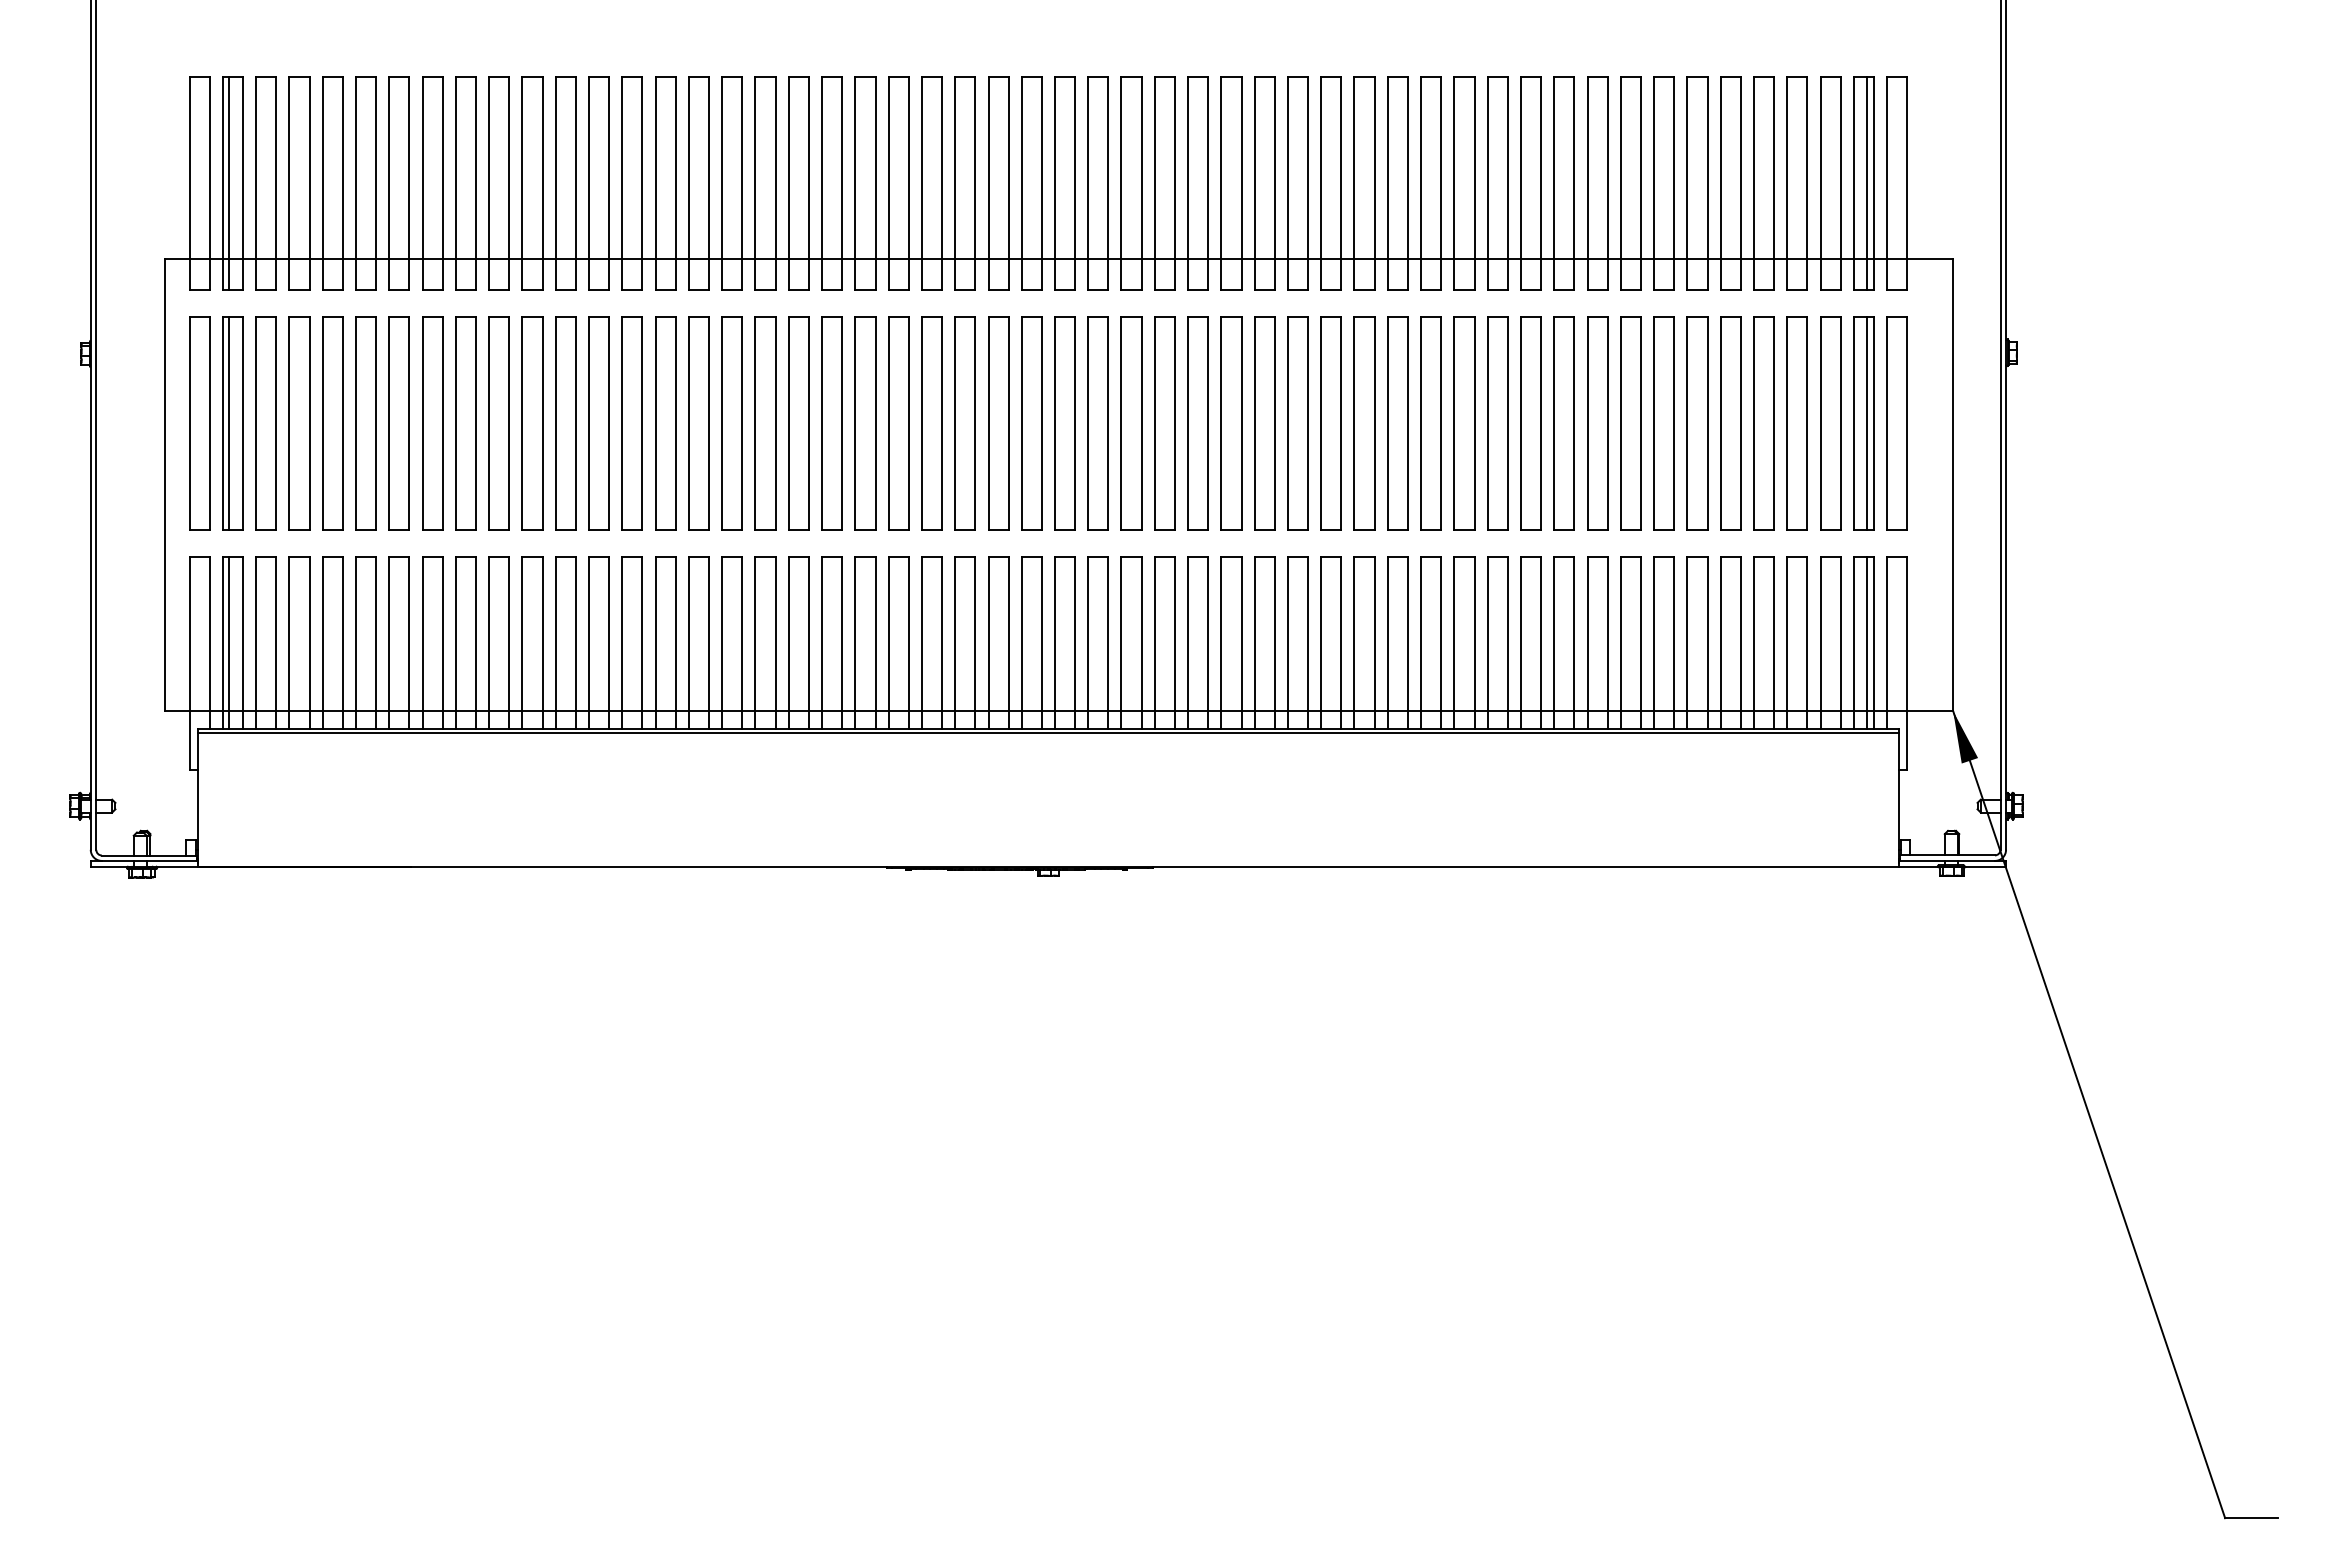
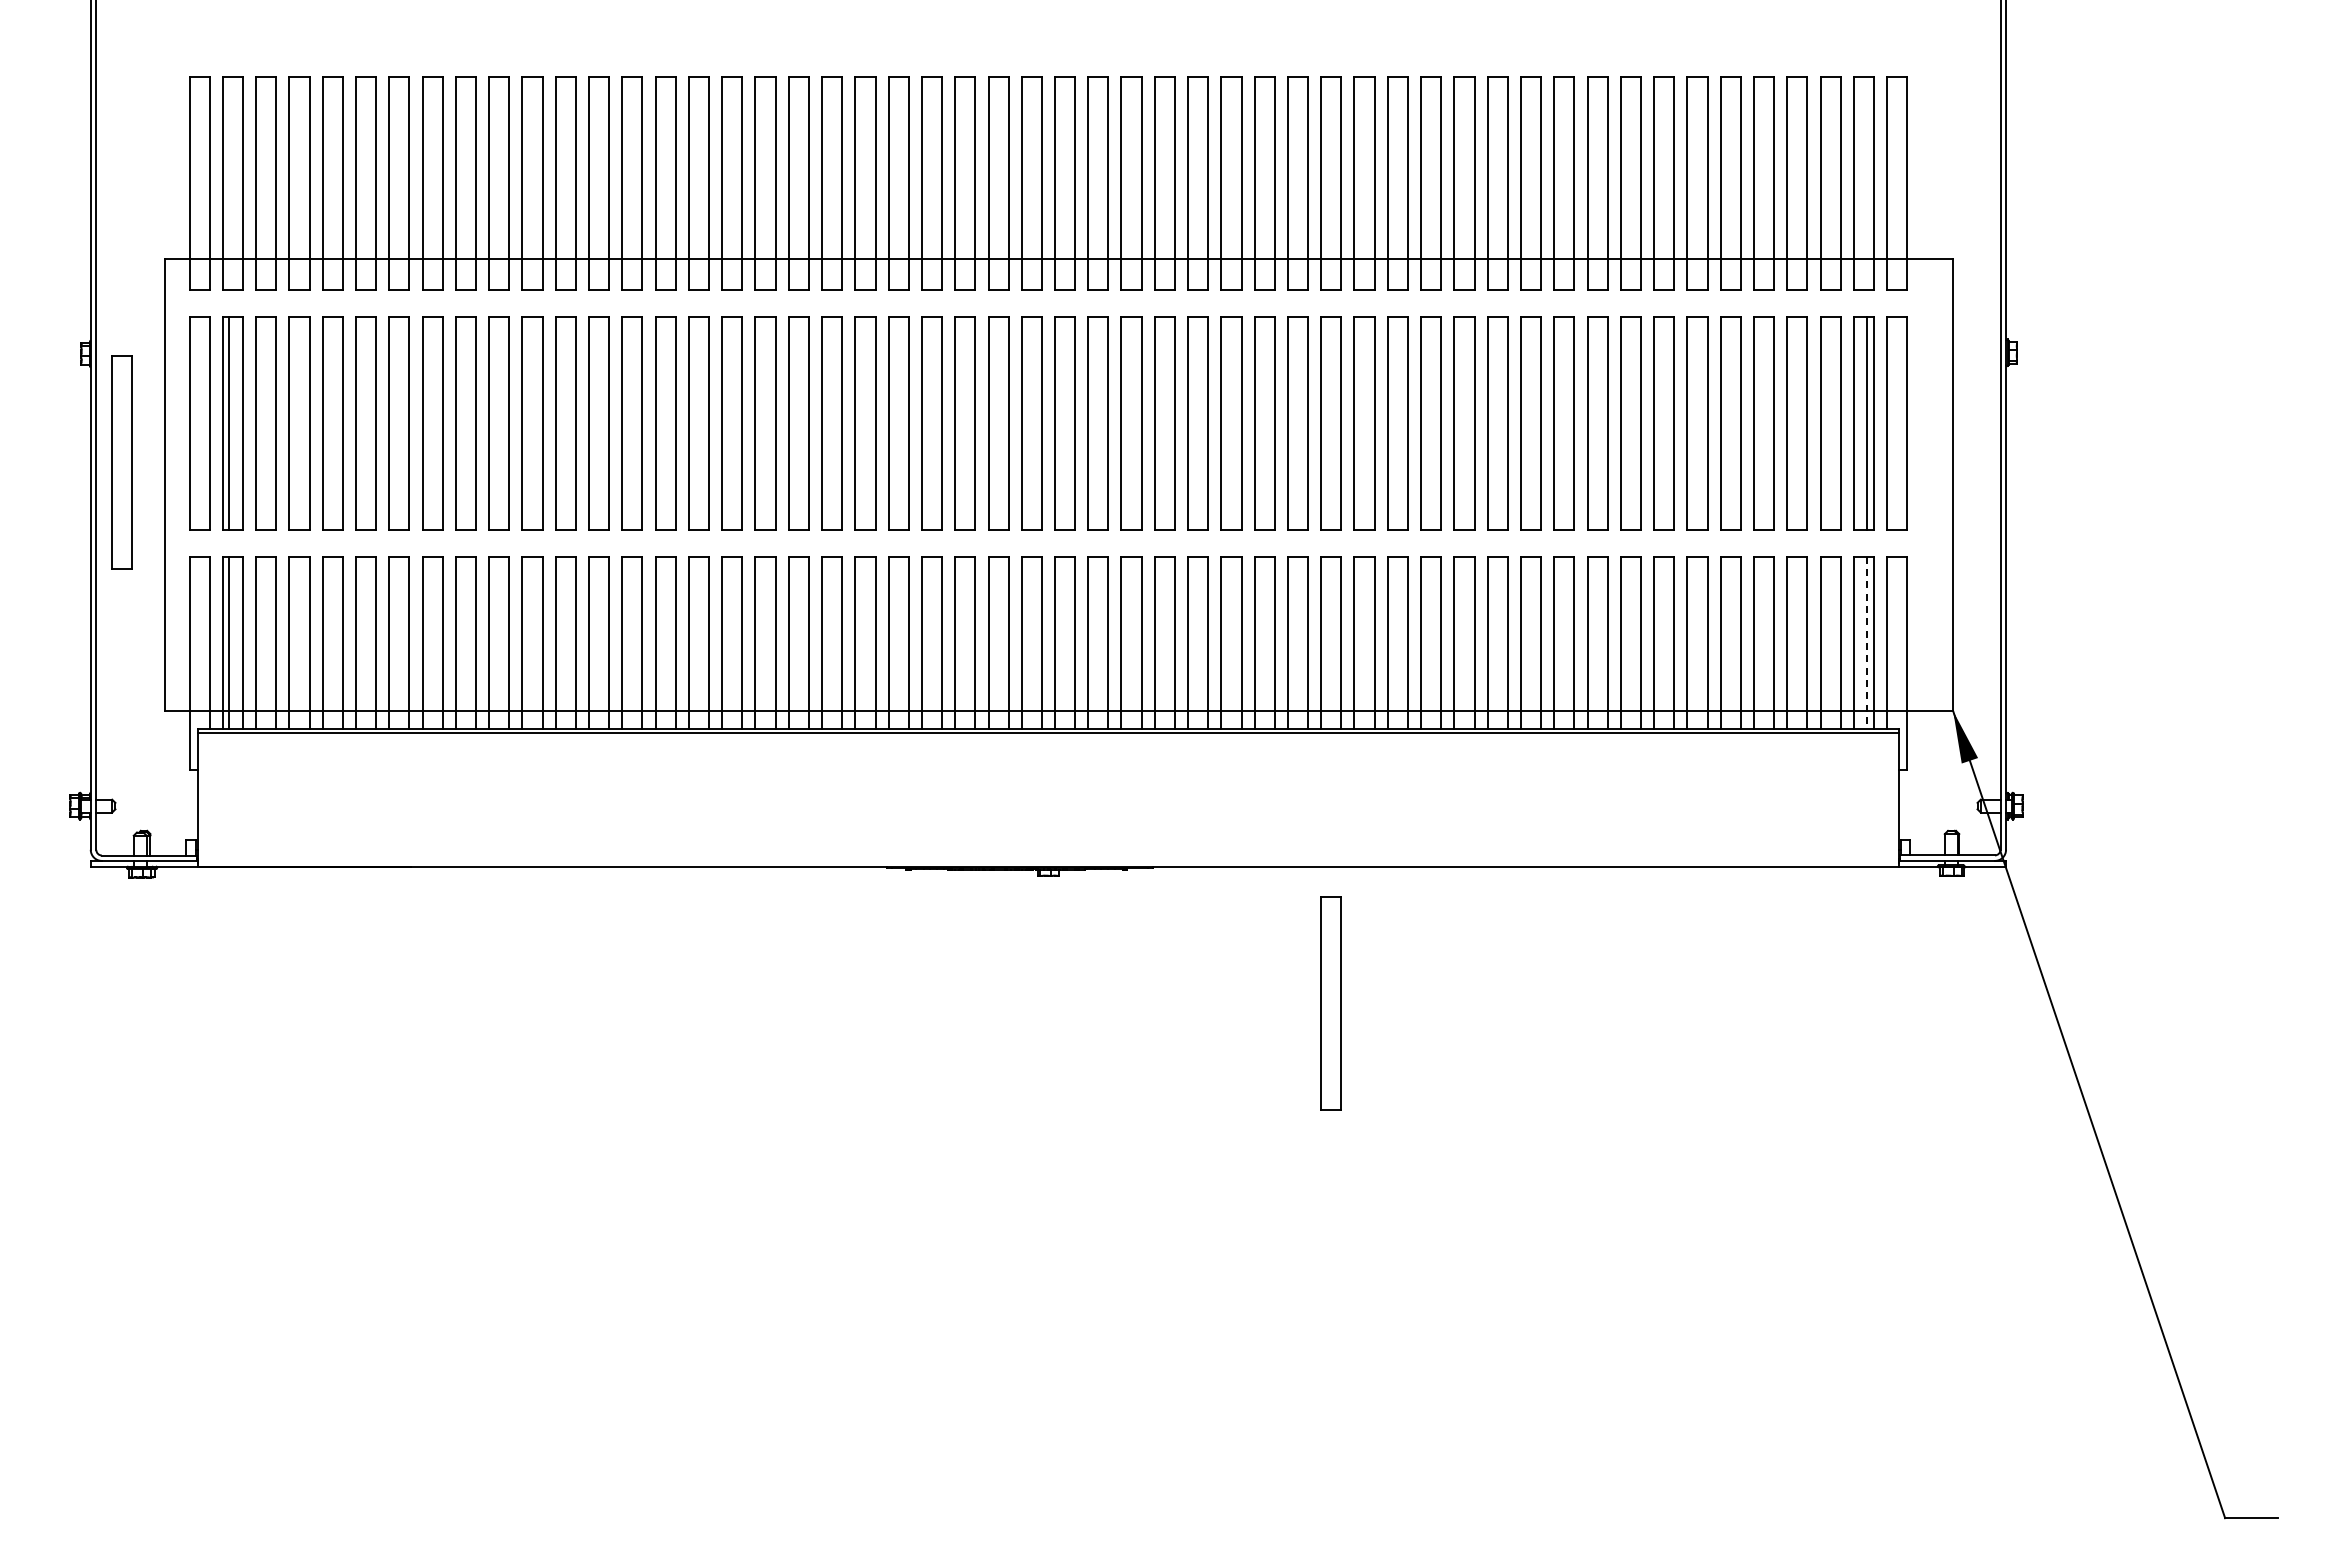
line at (229, 183): present -> none
line at (1867, 183): present -> none
part at (121, 462): none -> present
line at (1867, 643): solid -> dashed
part at (1330, 1003): none -> present
